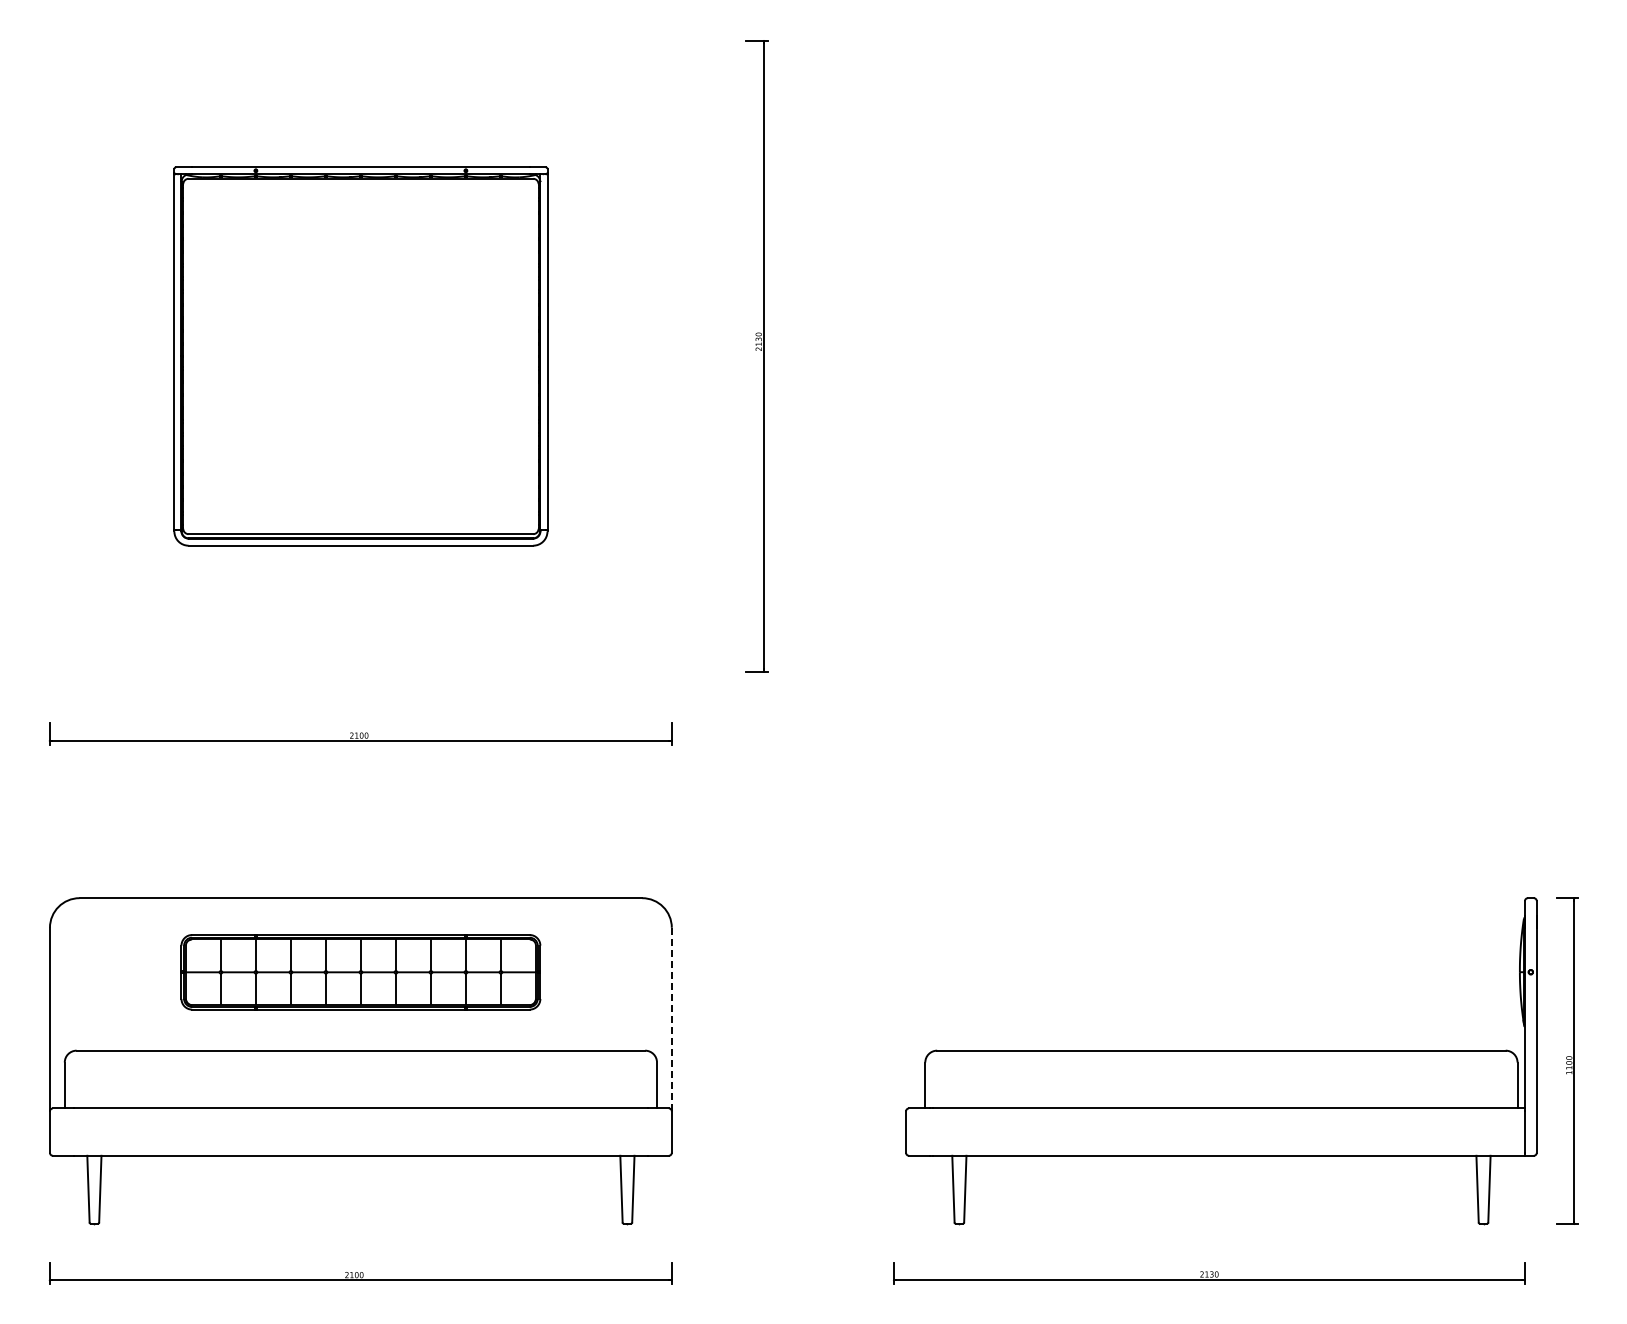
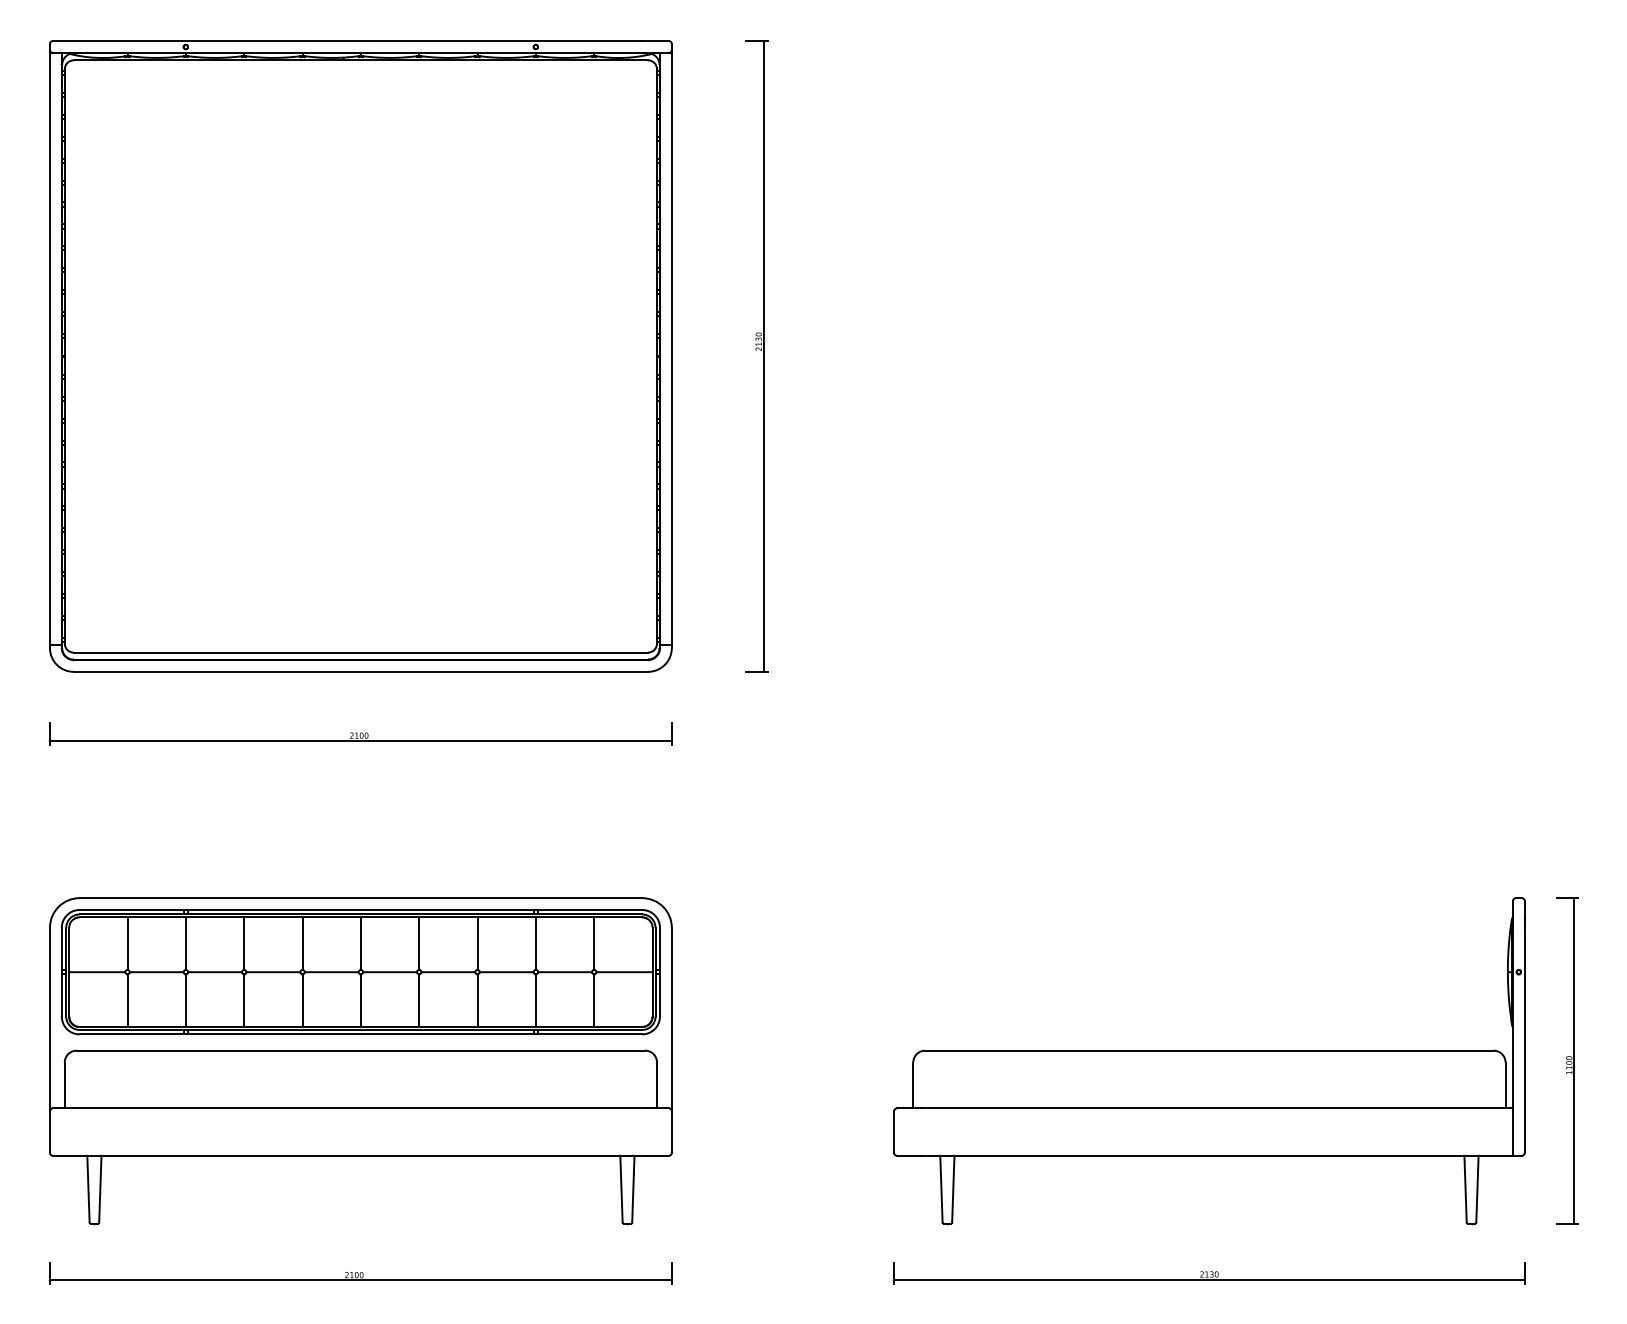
part at (360, 356) size: 376x381 px -> 624x633 px
part at (360, 972) size: 362x77 px -> 600x127 px
line at (671, 1019): dashed -> solid
part at (1221, 1061) position: (1221, 1061) -> (1209, 1061)
